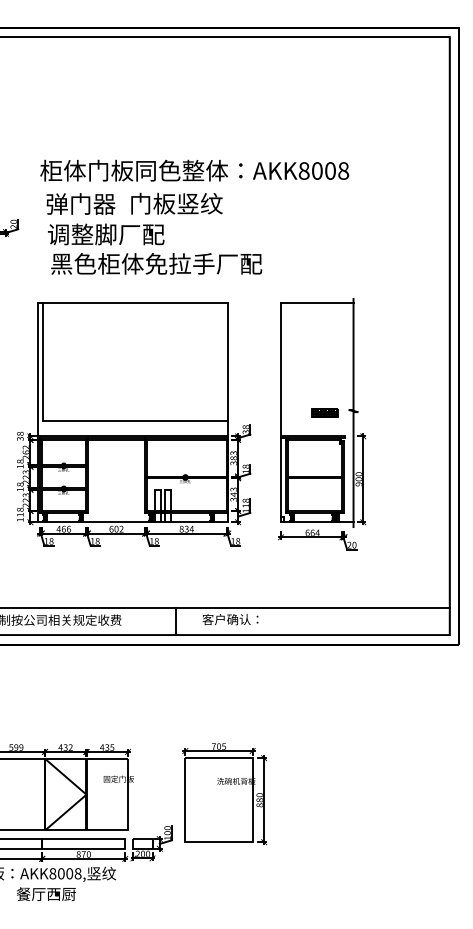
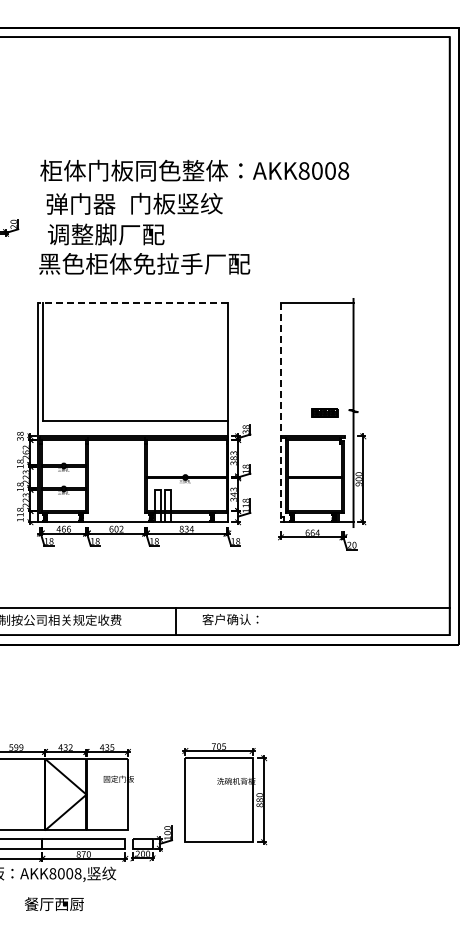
text at (156, 263) position: (156, 263) -> (144, 263)
line at (132, 303): solid -> dashed
line at (281, 413): solid -> dashed
text at (46, 893) position: (46, 893) -> (54, 903)
